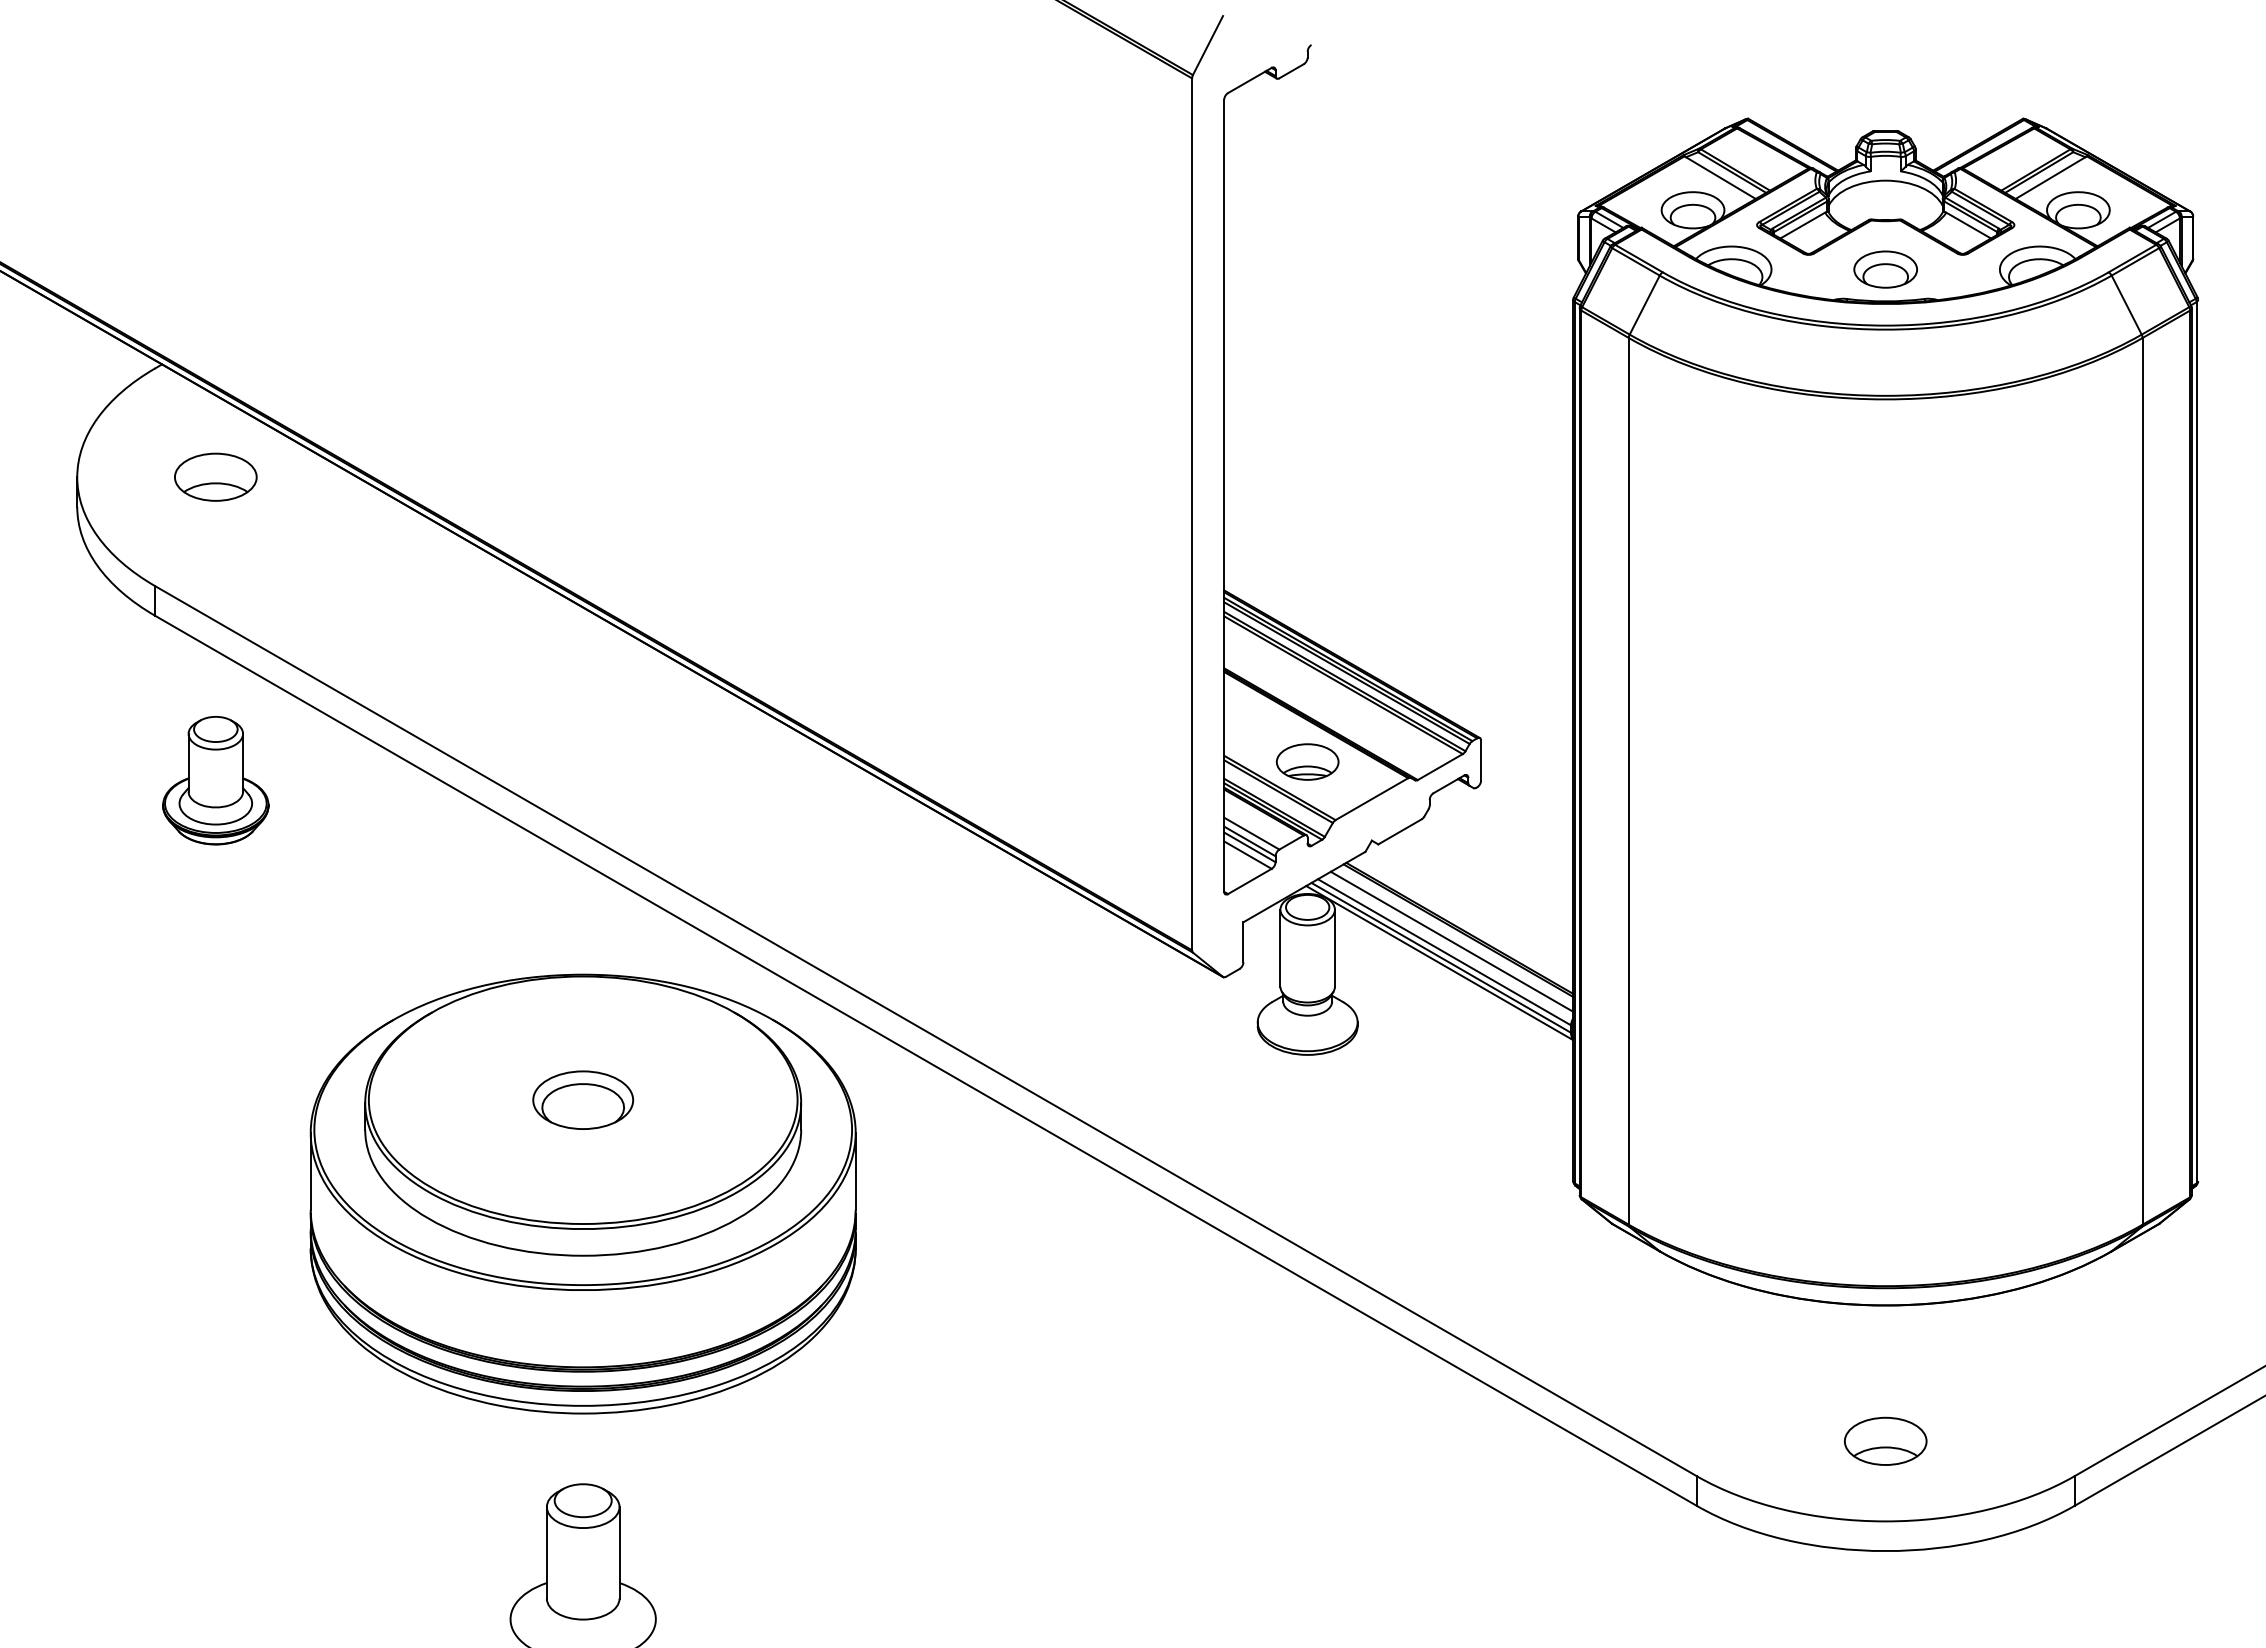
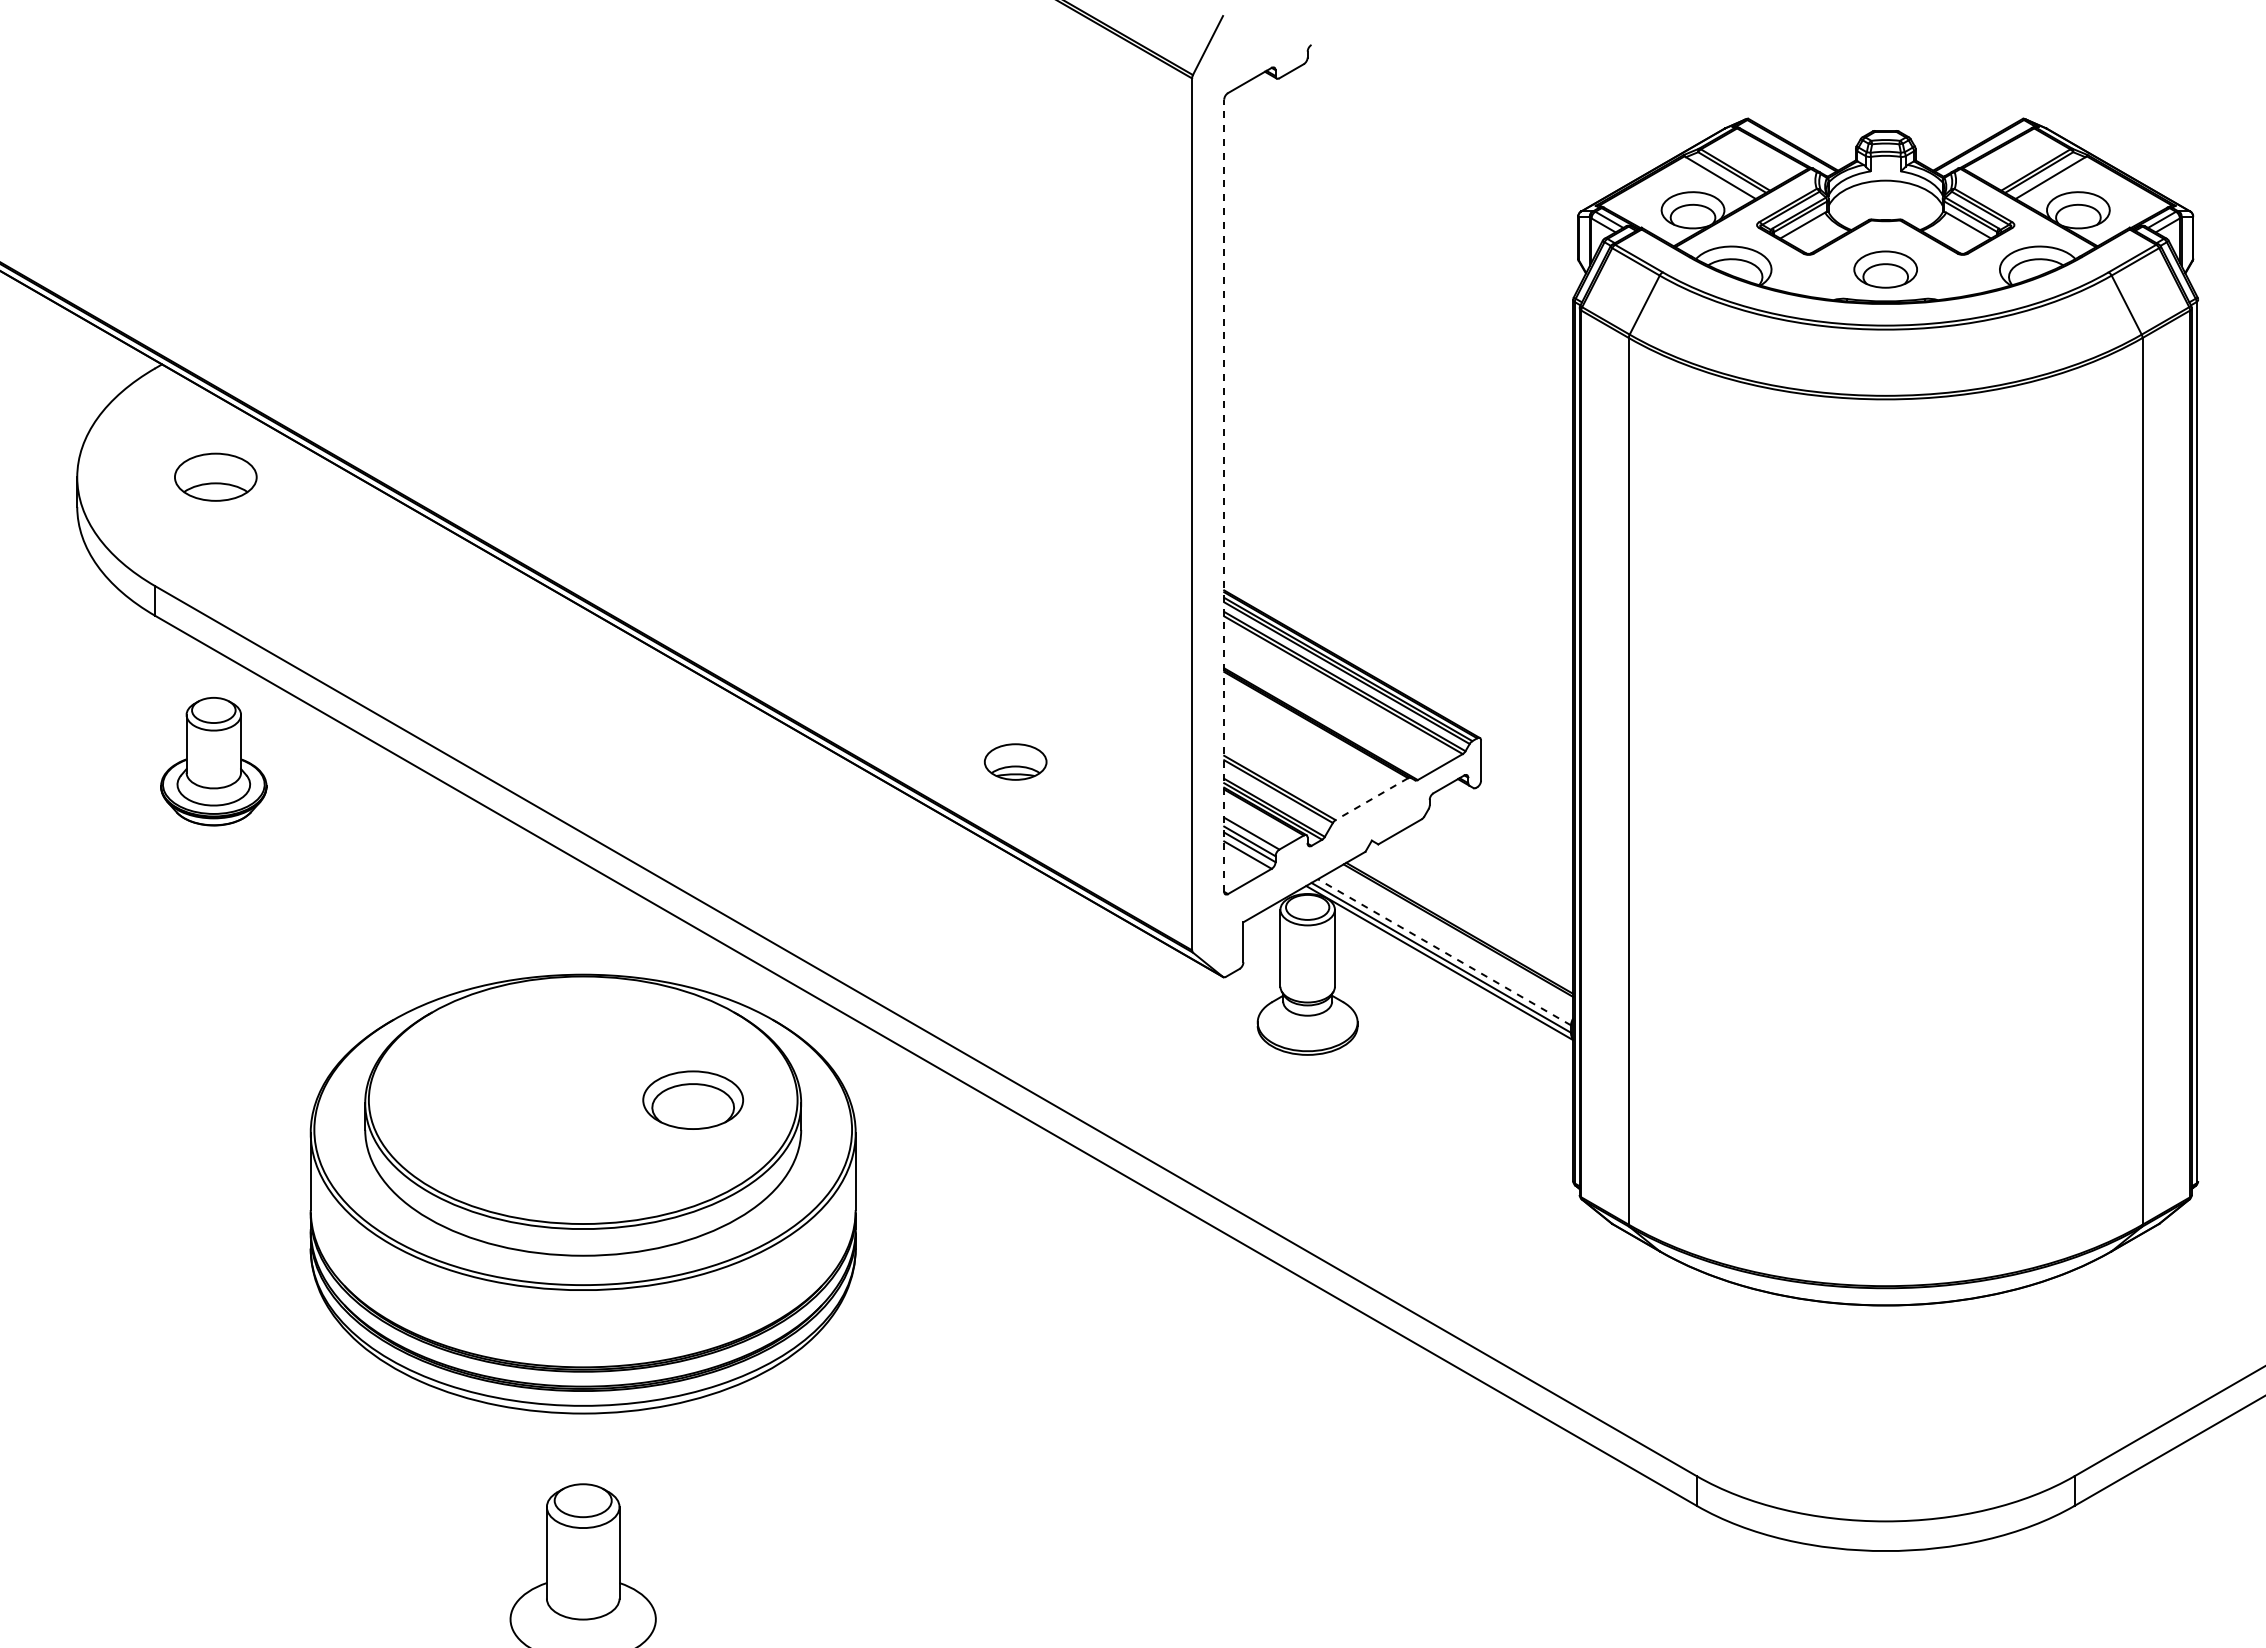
line at (1224, 495): solid -> dashed
part at (1307, 761) position: (1307, 761) -> (1015, 761)
part at (215, 780) position: (215, 780) -> (213, 761)
line at (1371, 799): solid -> dashed
line at (1451, 941): present -> none
line at (1444, 952): solid -> dashed
part at (583, 1099) position: (583, 1099) -> (693, 1099)
part at (1885, 1440): present -> none
